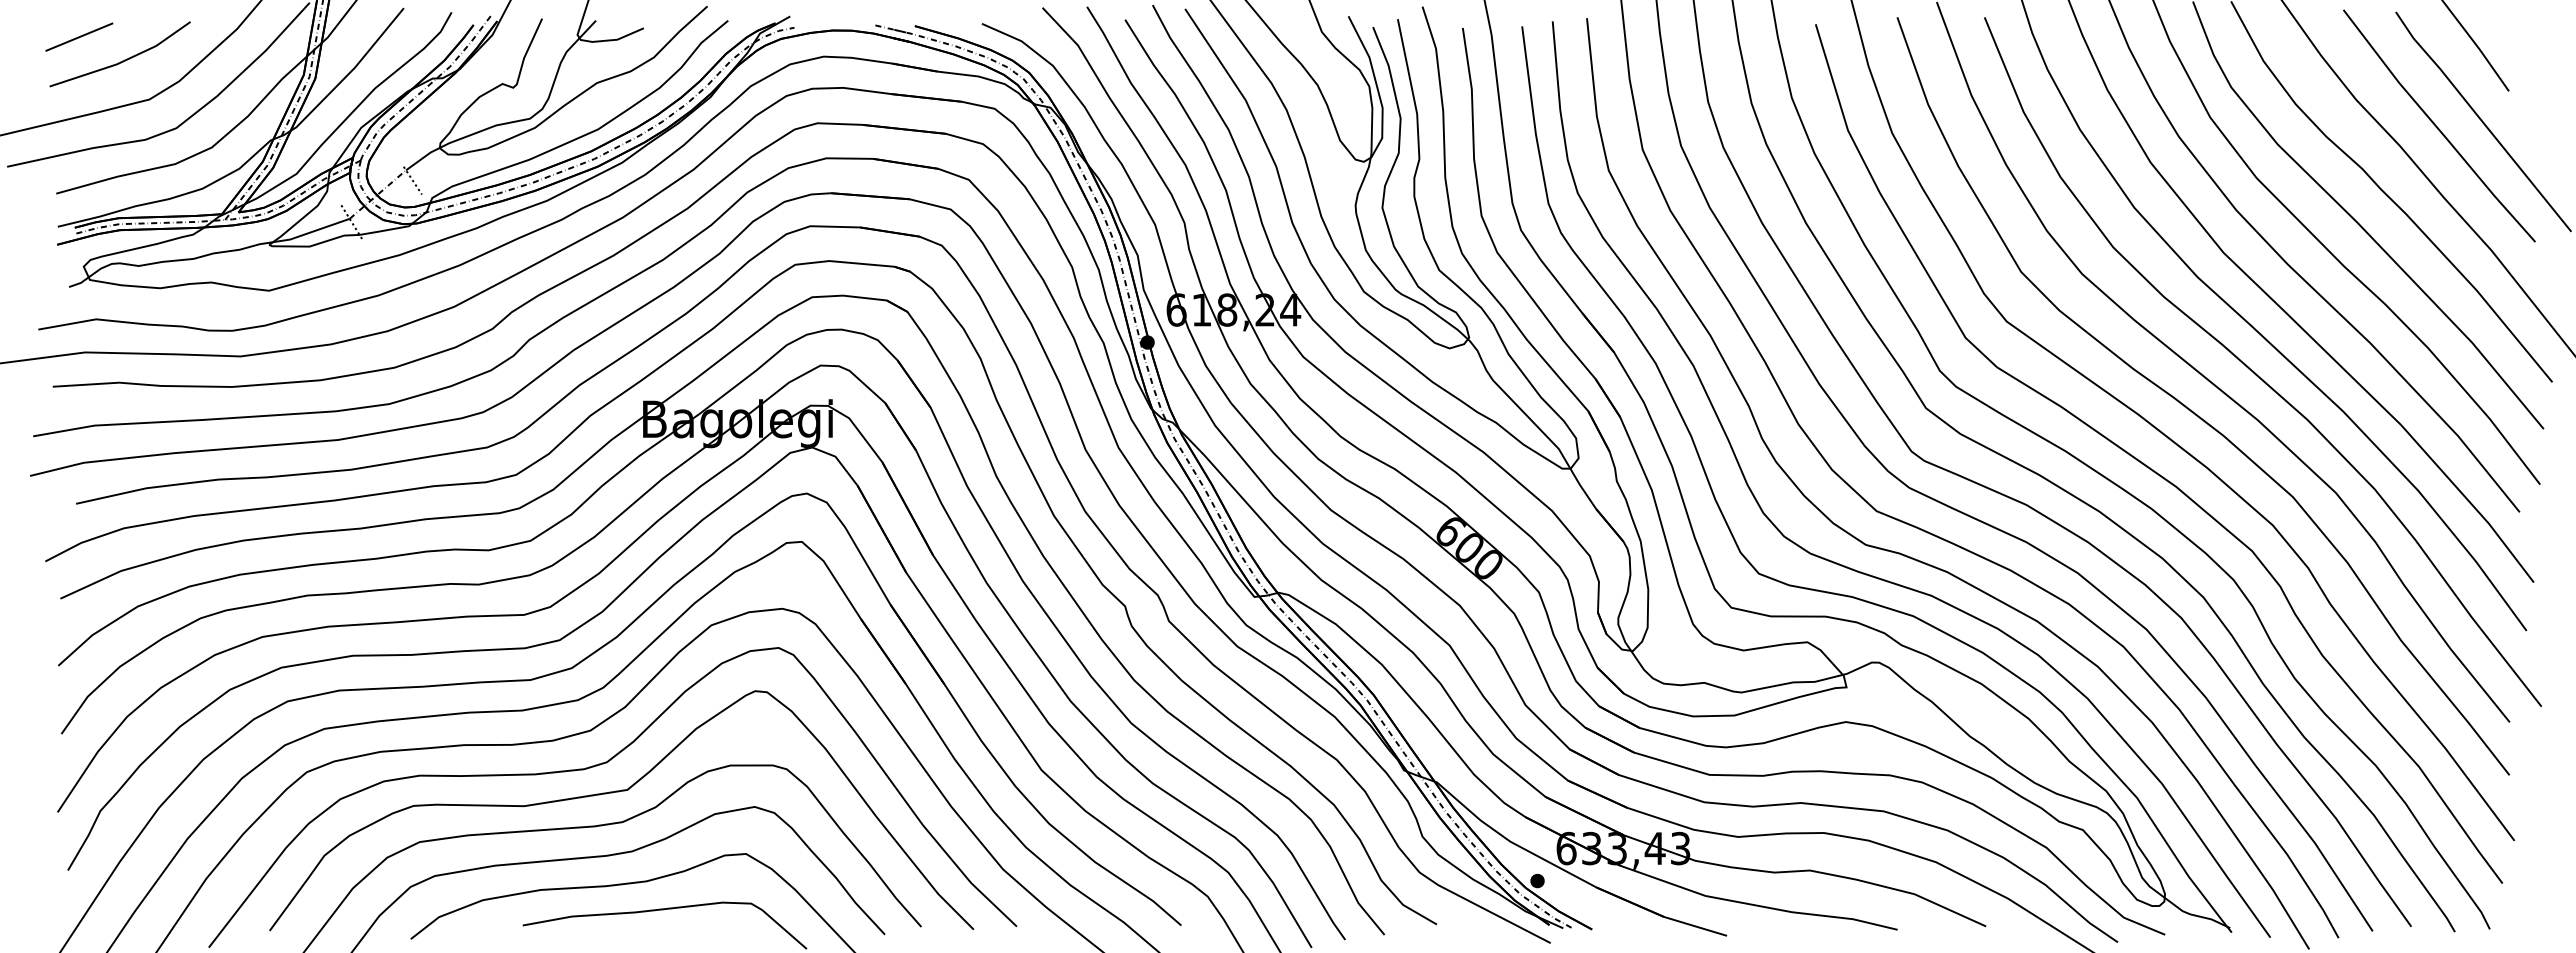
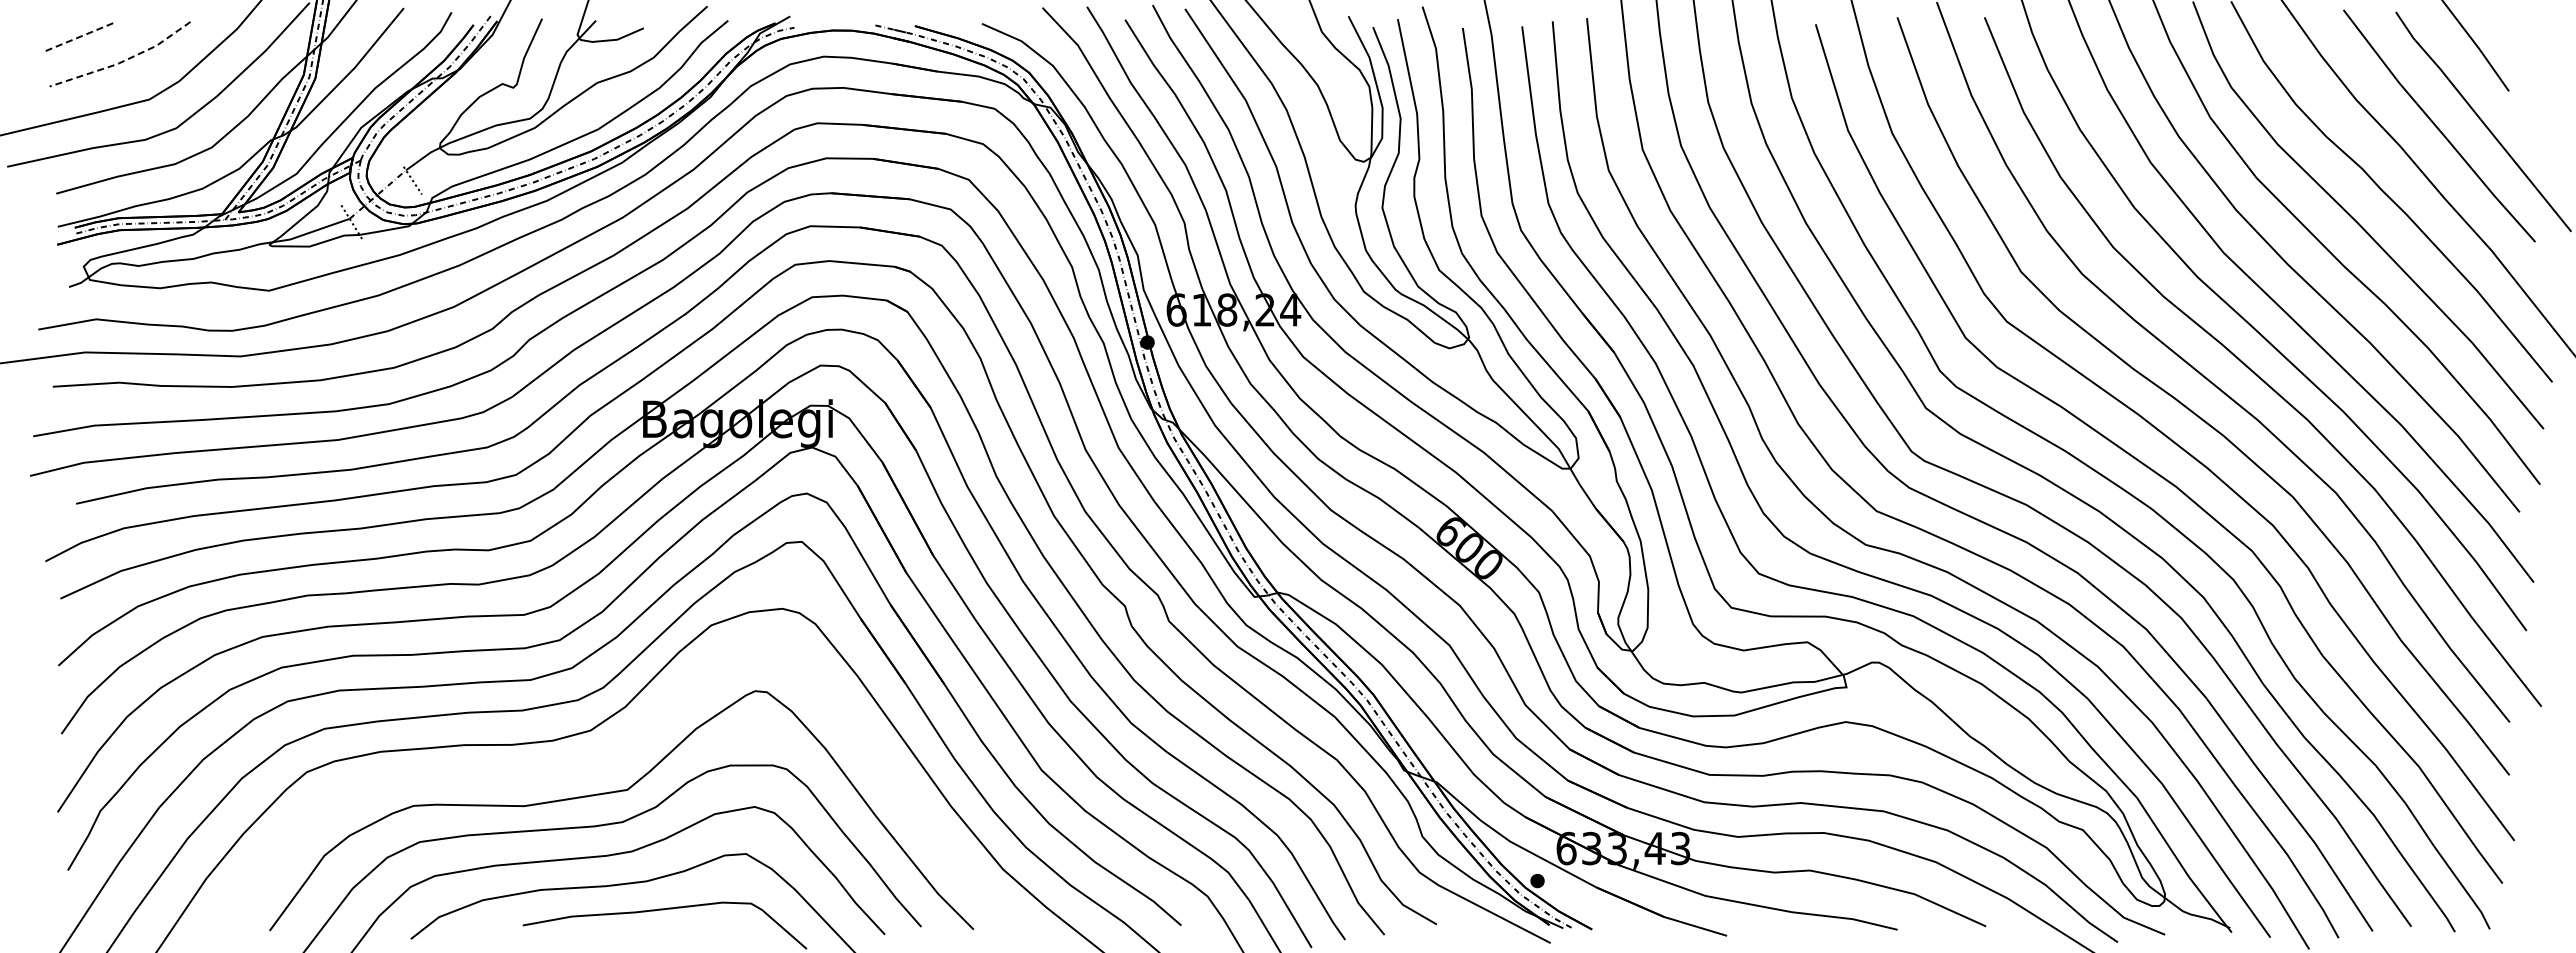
line at (79, 37): solid -> dashed
line at (123, 61): solid -> dashed
curve at (600, 765): present -> none
